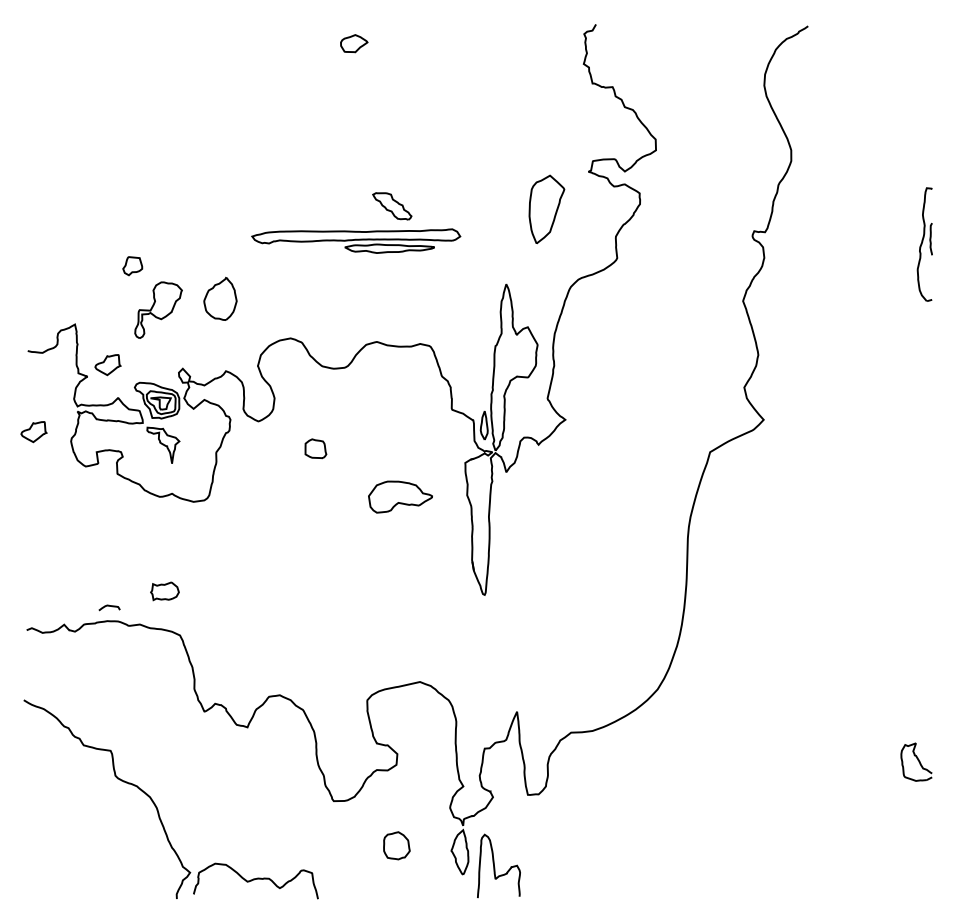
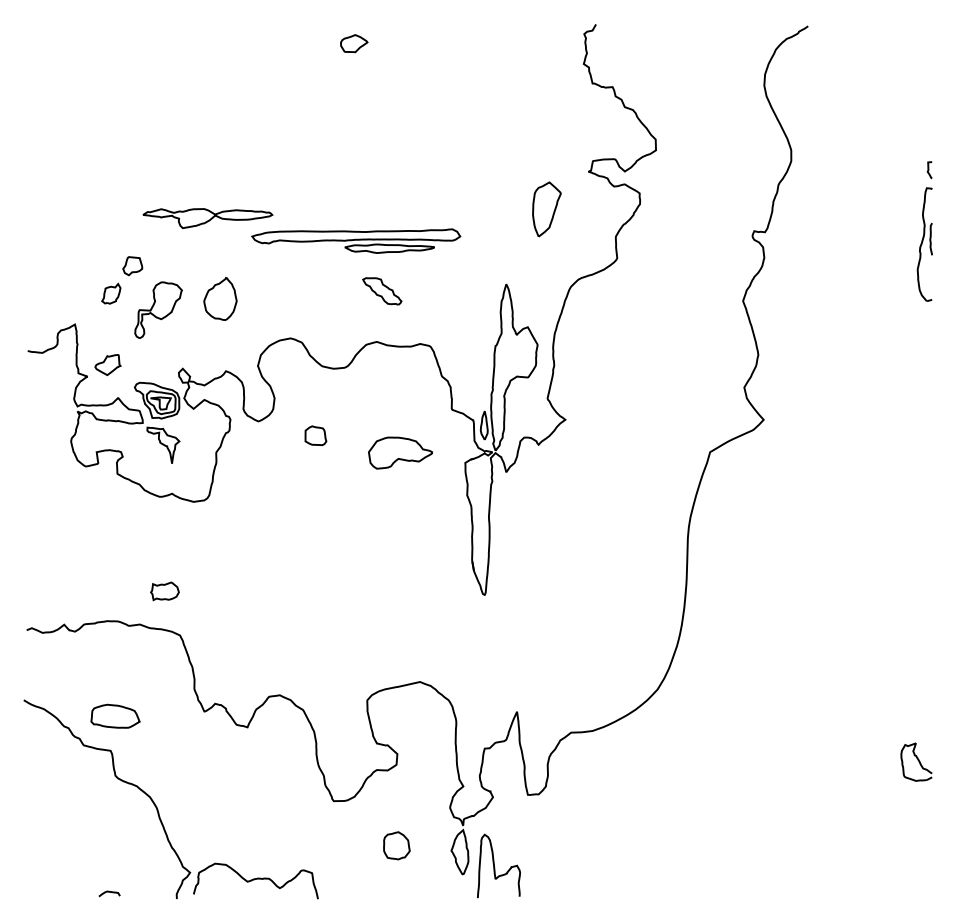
curve at (929, 170): none -> present
part at (392, 206) position: (392, 206) -> (382, 291)
part at (546, 209) size: 38x71 px -> 30x57 px
part at (207, 218): none -> present
part at (111, 293): none -> present
part at (33, 432): present -> none
part at (315, 448) position: (315, 448) -> (315, 435)
part at (400, 496) position: (400, 496) -> (400, 452)
curve at (109, 606) position: (109, 606) -> (109, 892)
part at (115, 715): none -> present
